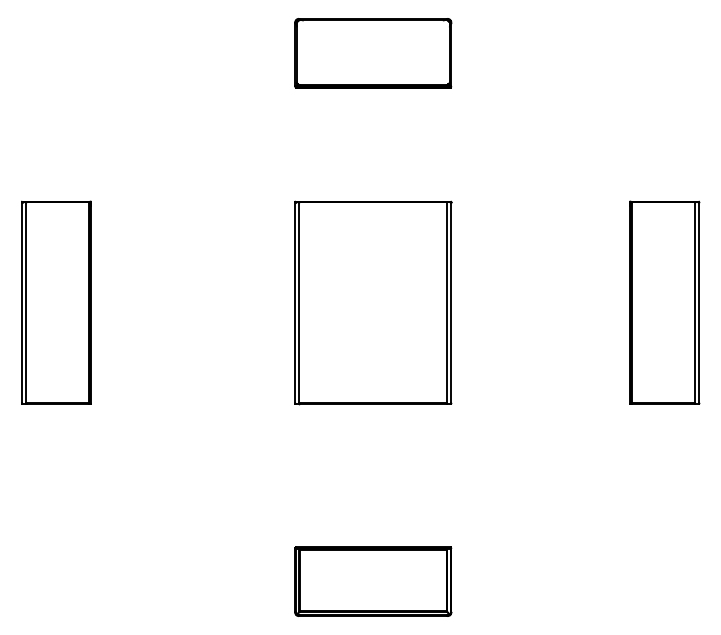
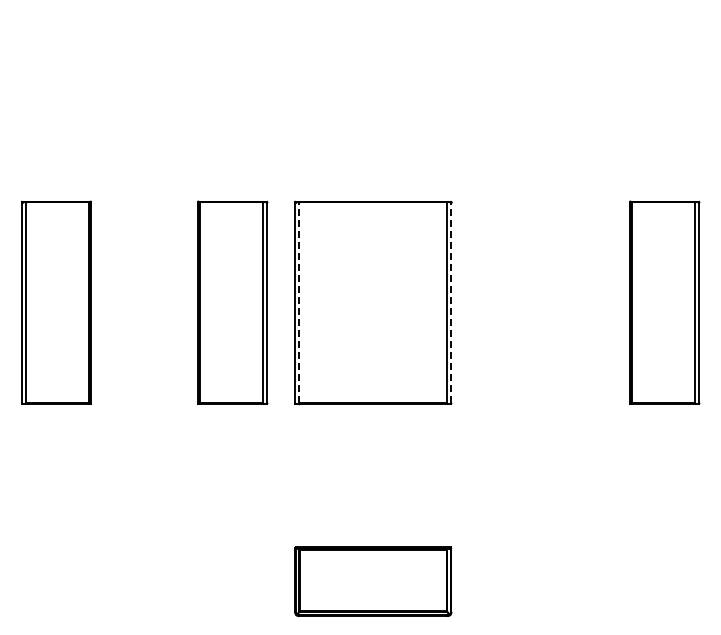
part at (373, 53): present -> none
part at (232, 302): none -> present
line at (299, 302): solid -> dashed
line at (451, 302): solid -> dashed
